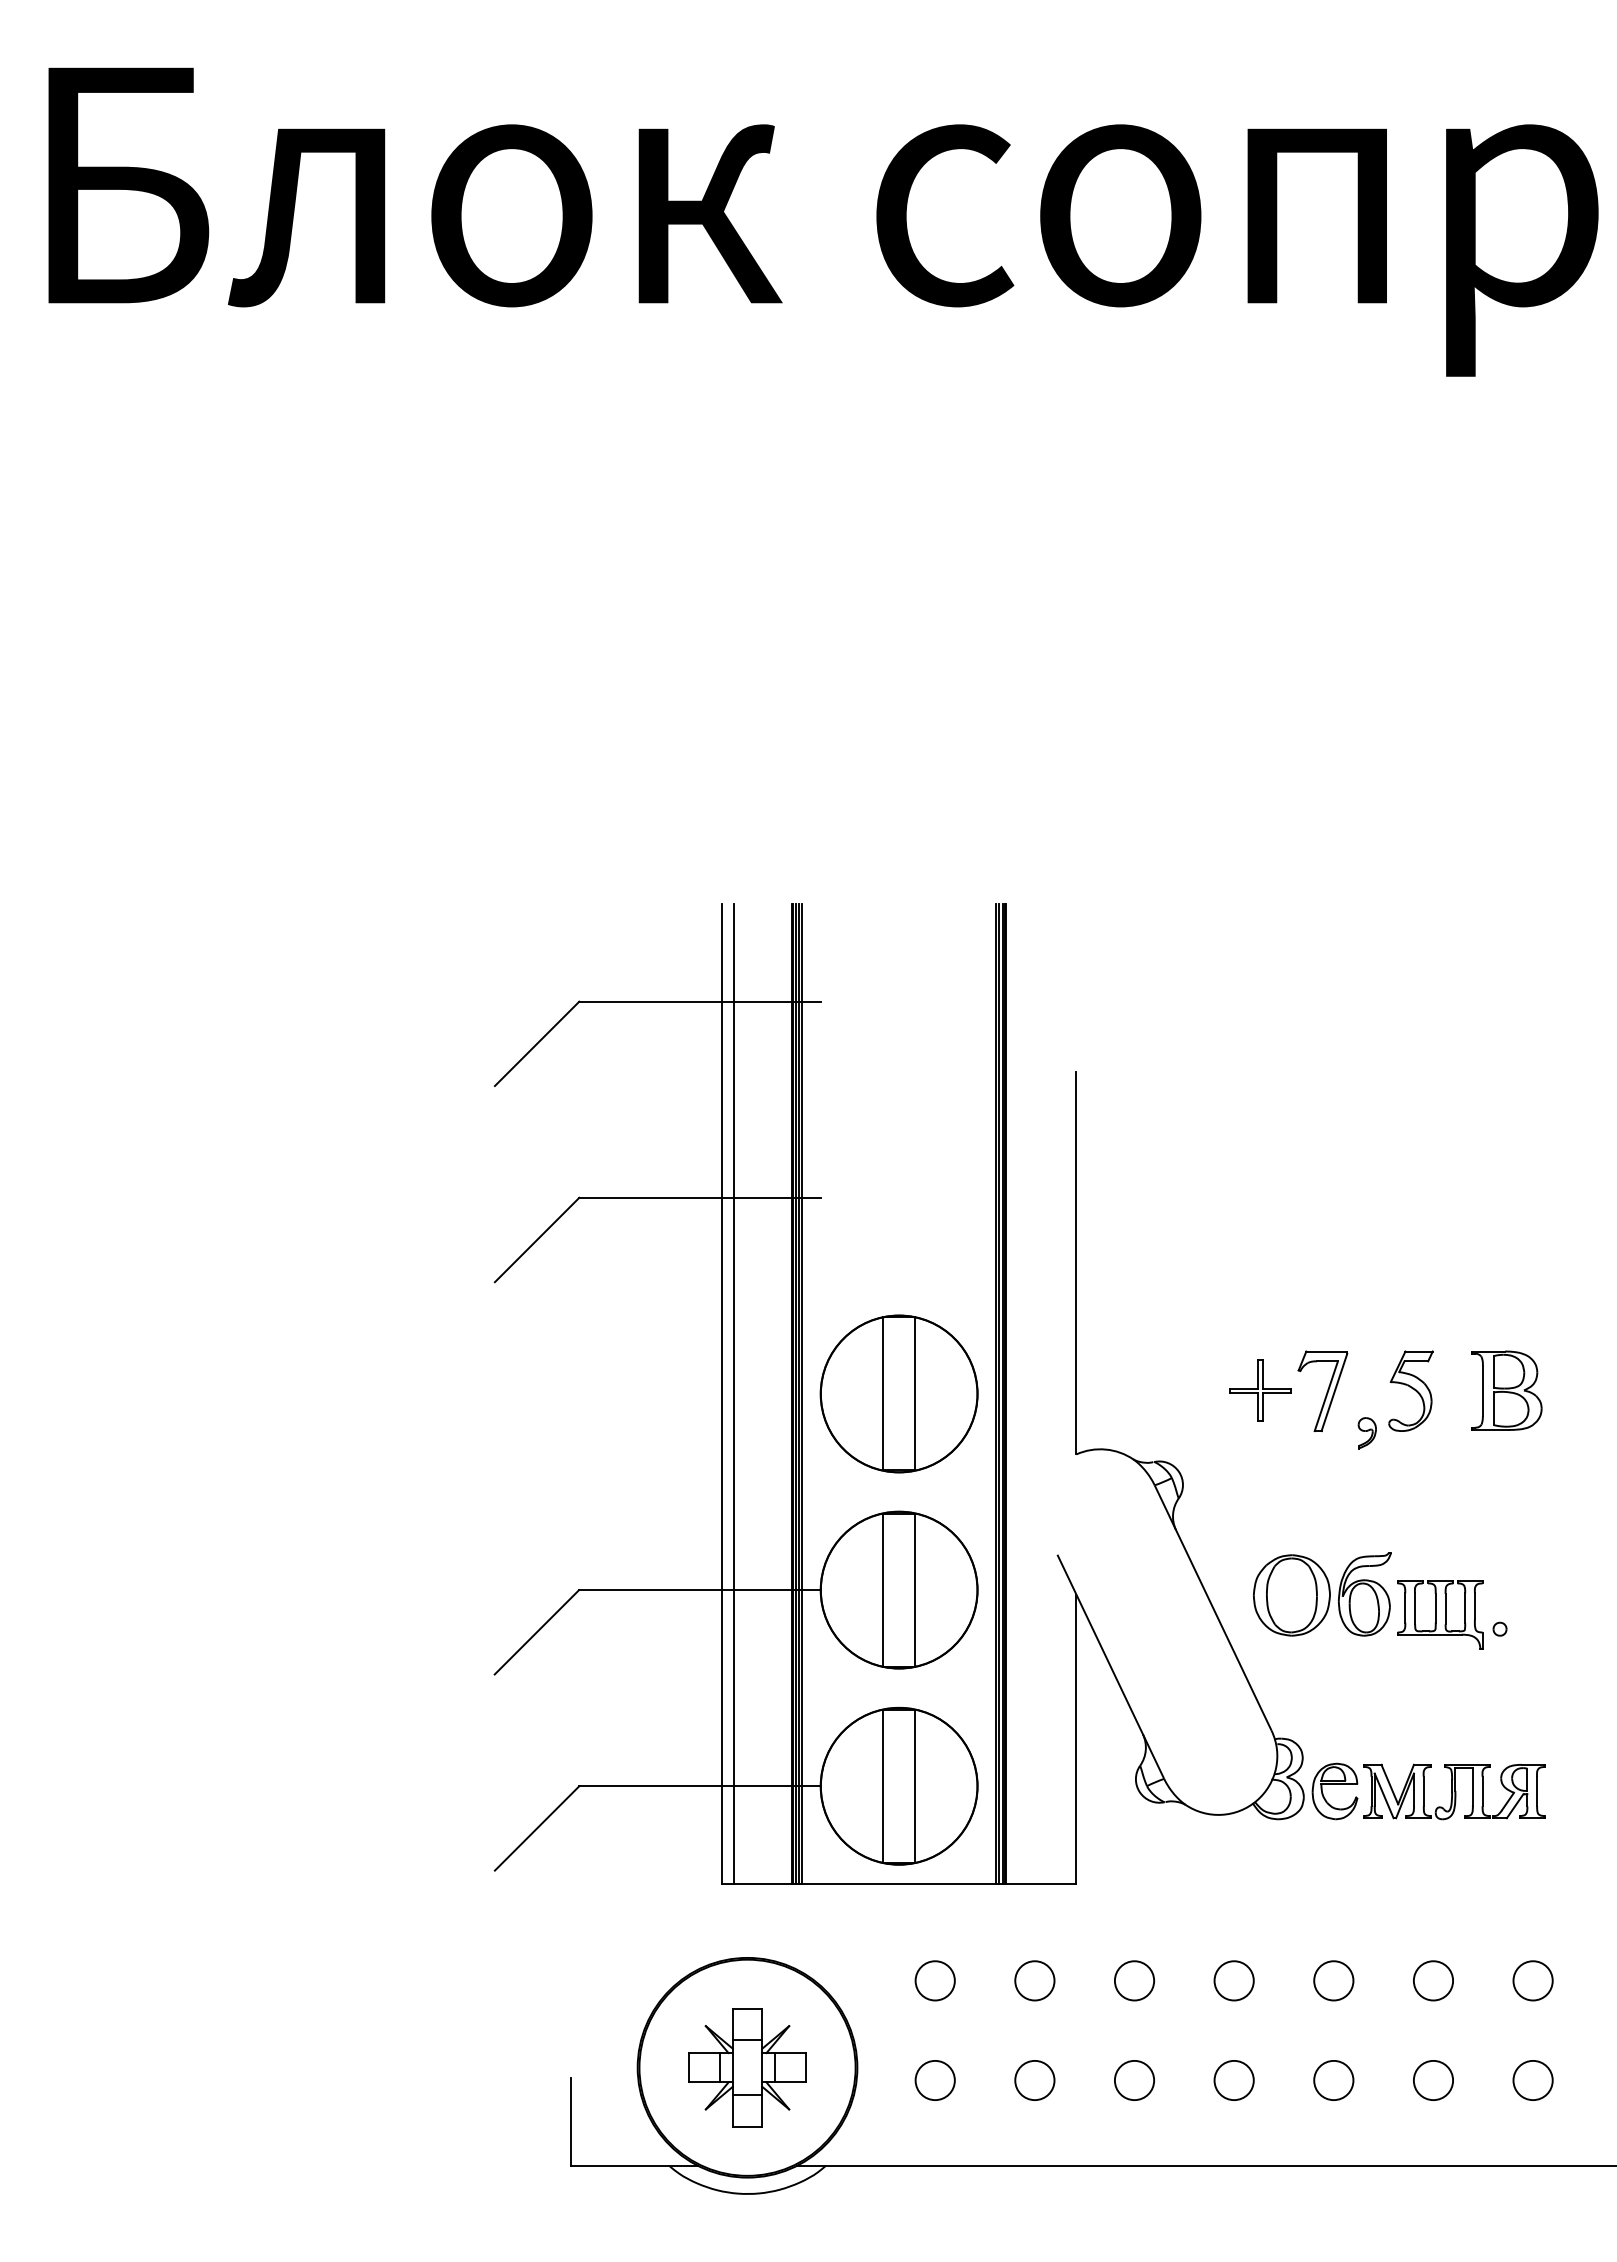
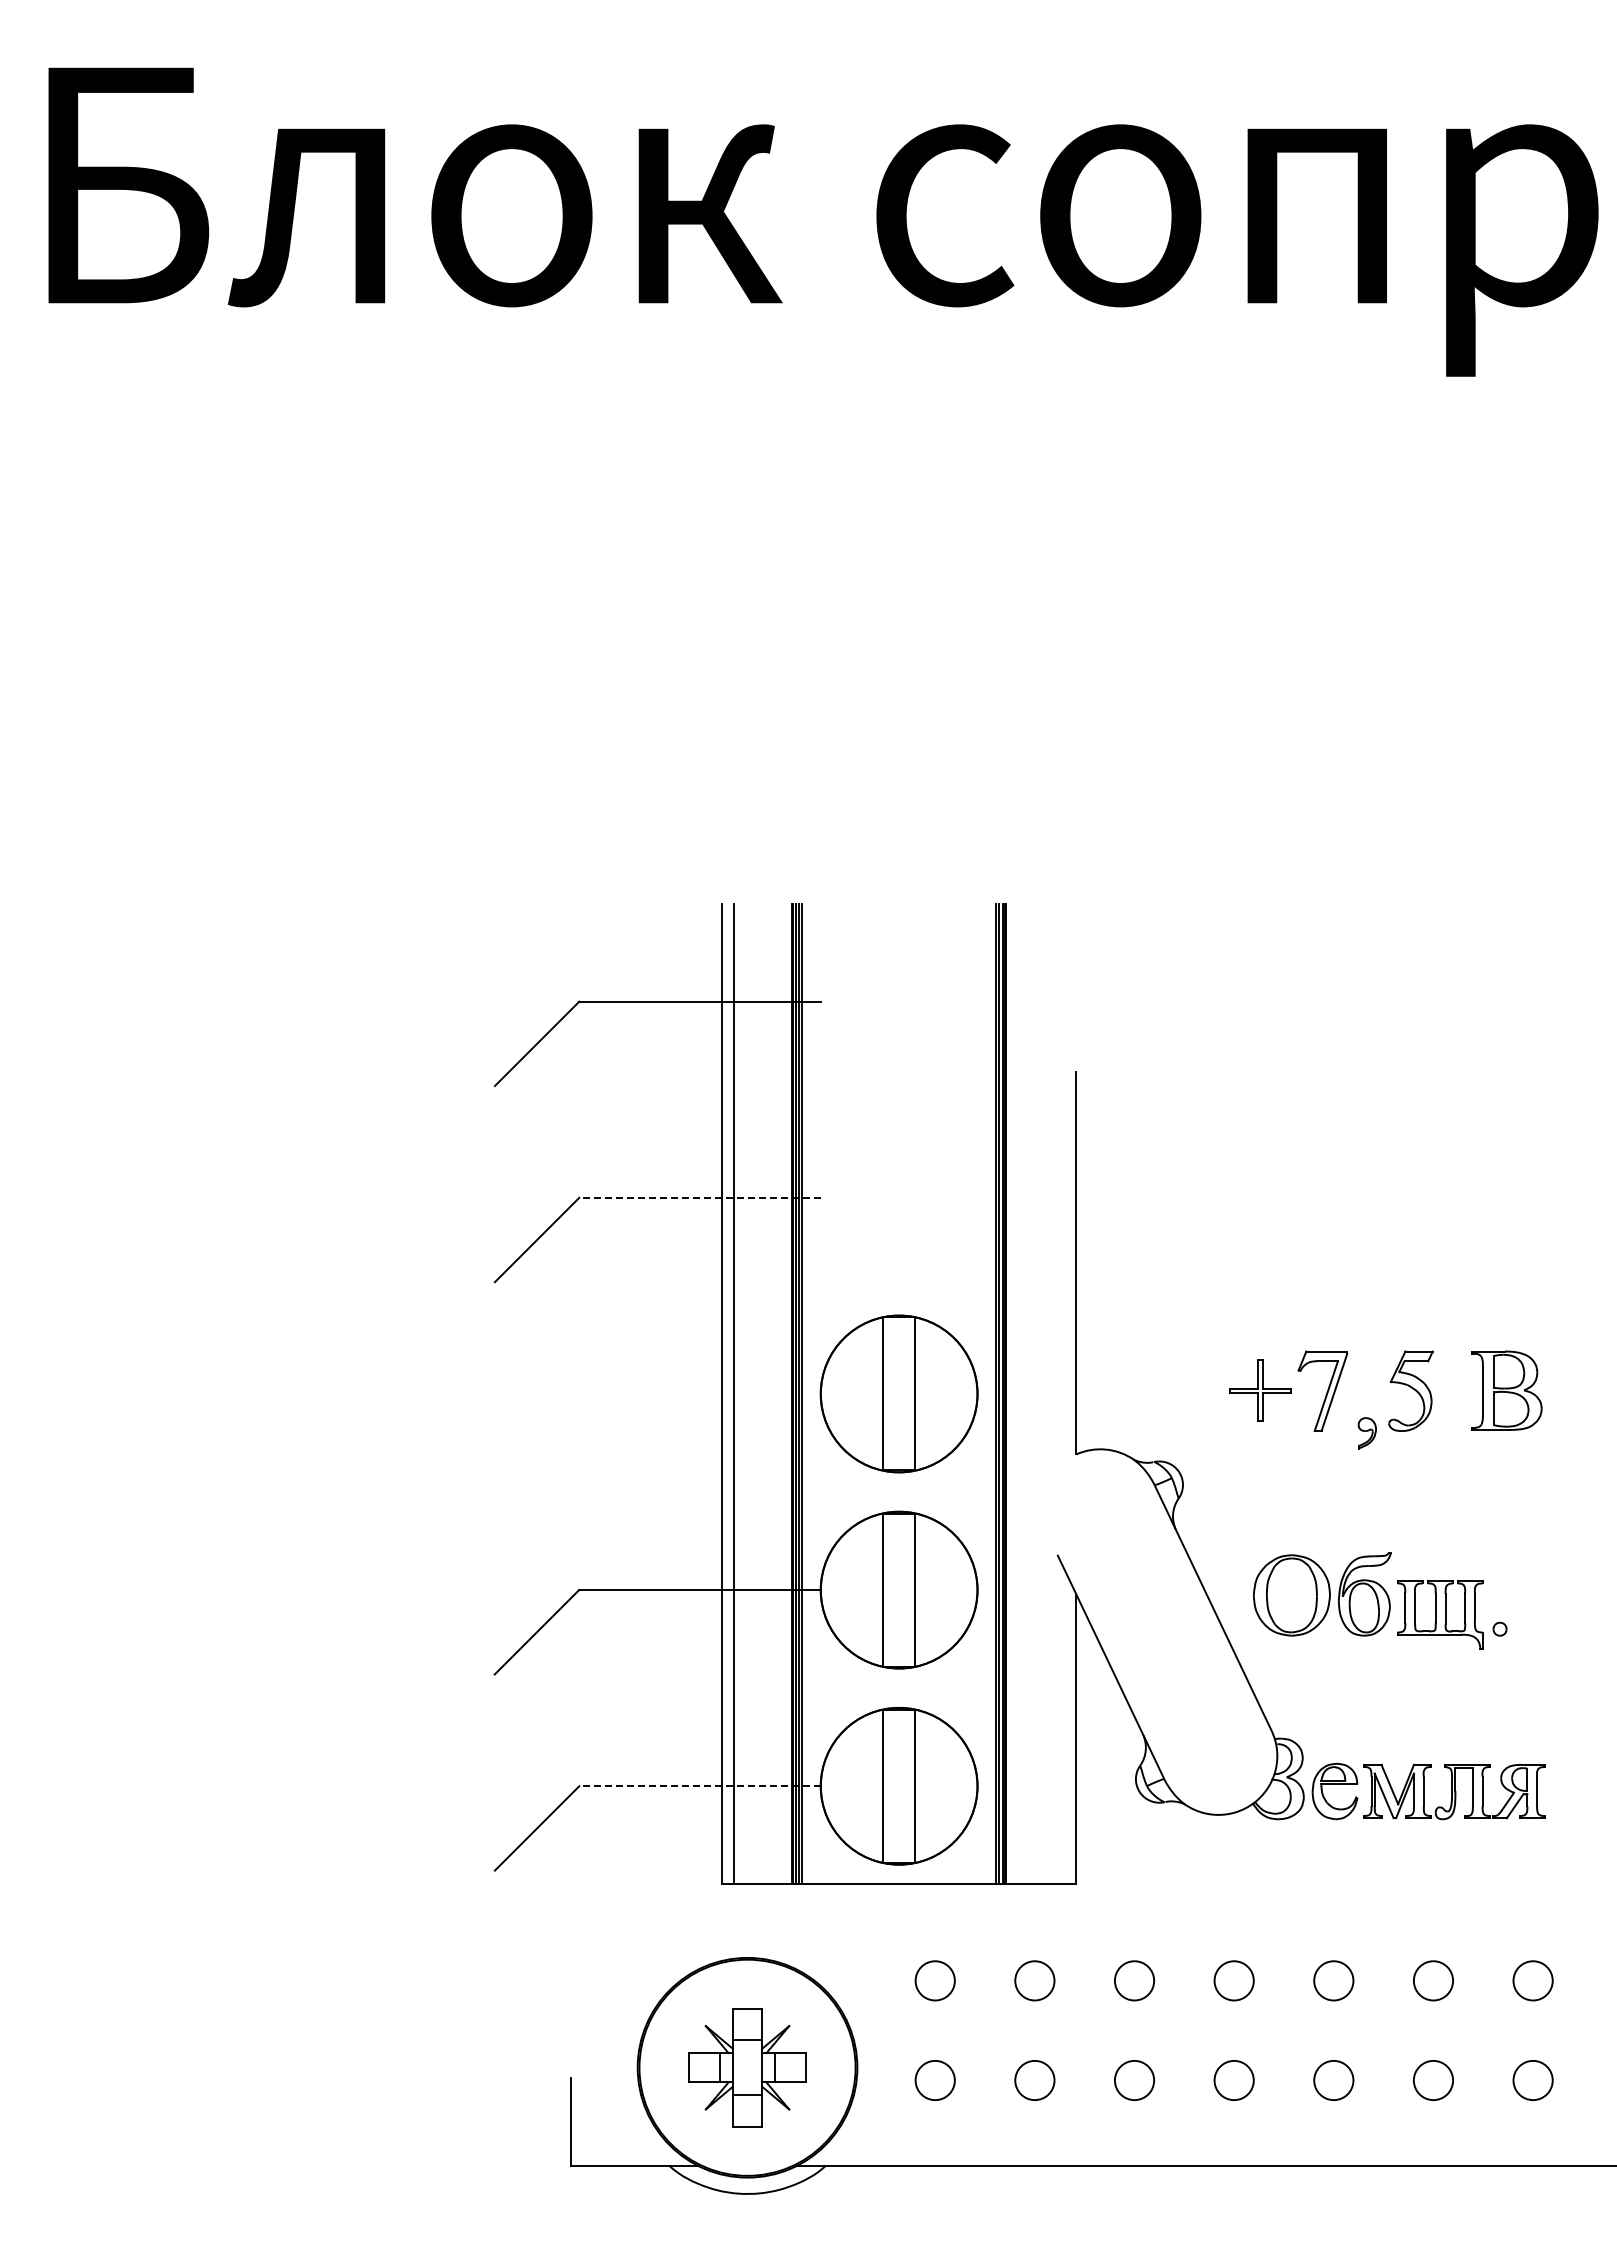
line at (700, 1197): solid -> dashed
line at (700, 1786): solid -> dashed
